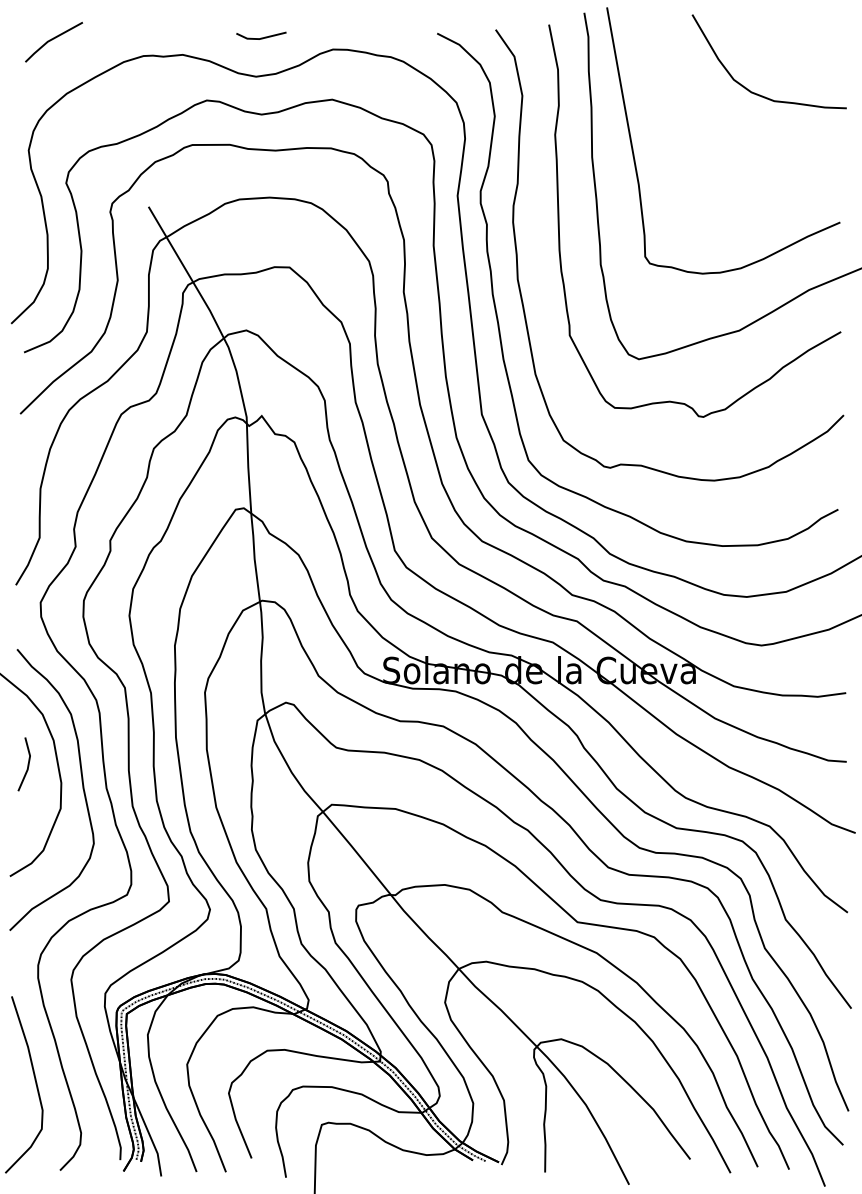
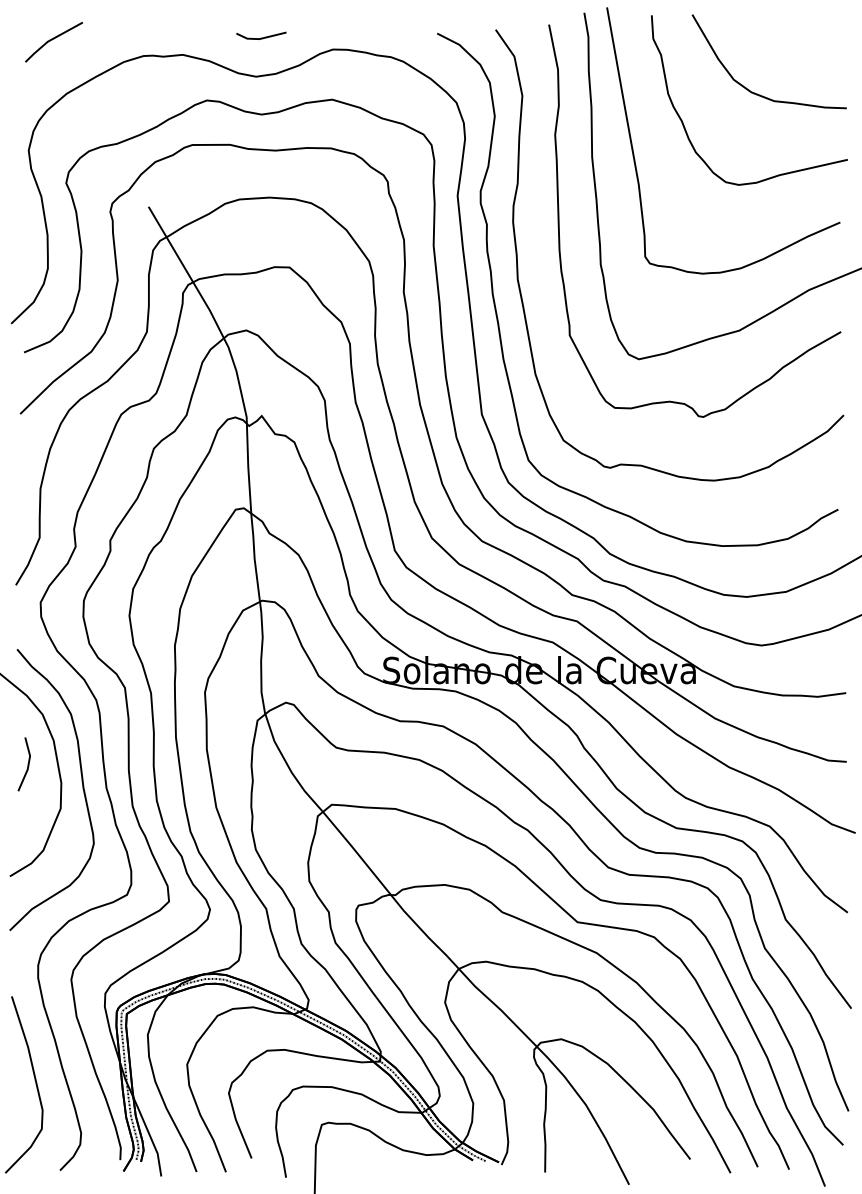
part at (684, 124): none -> present
